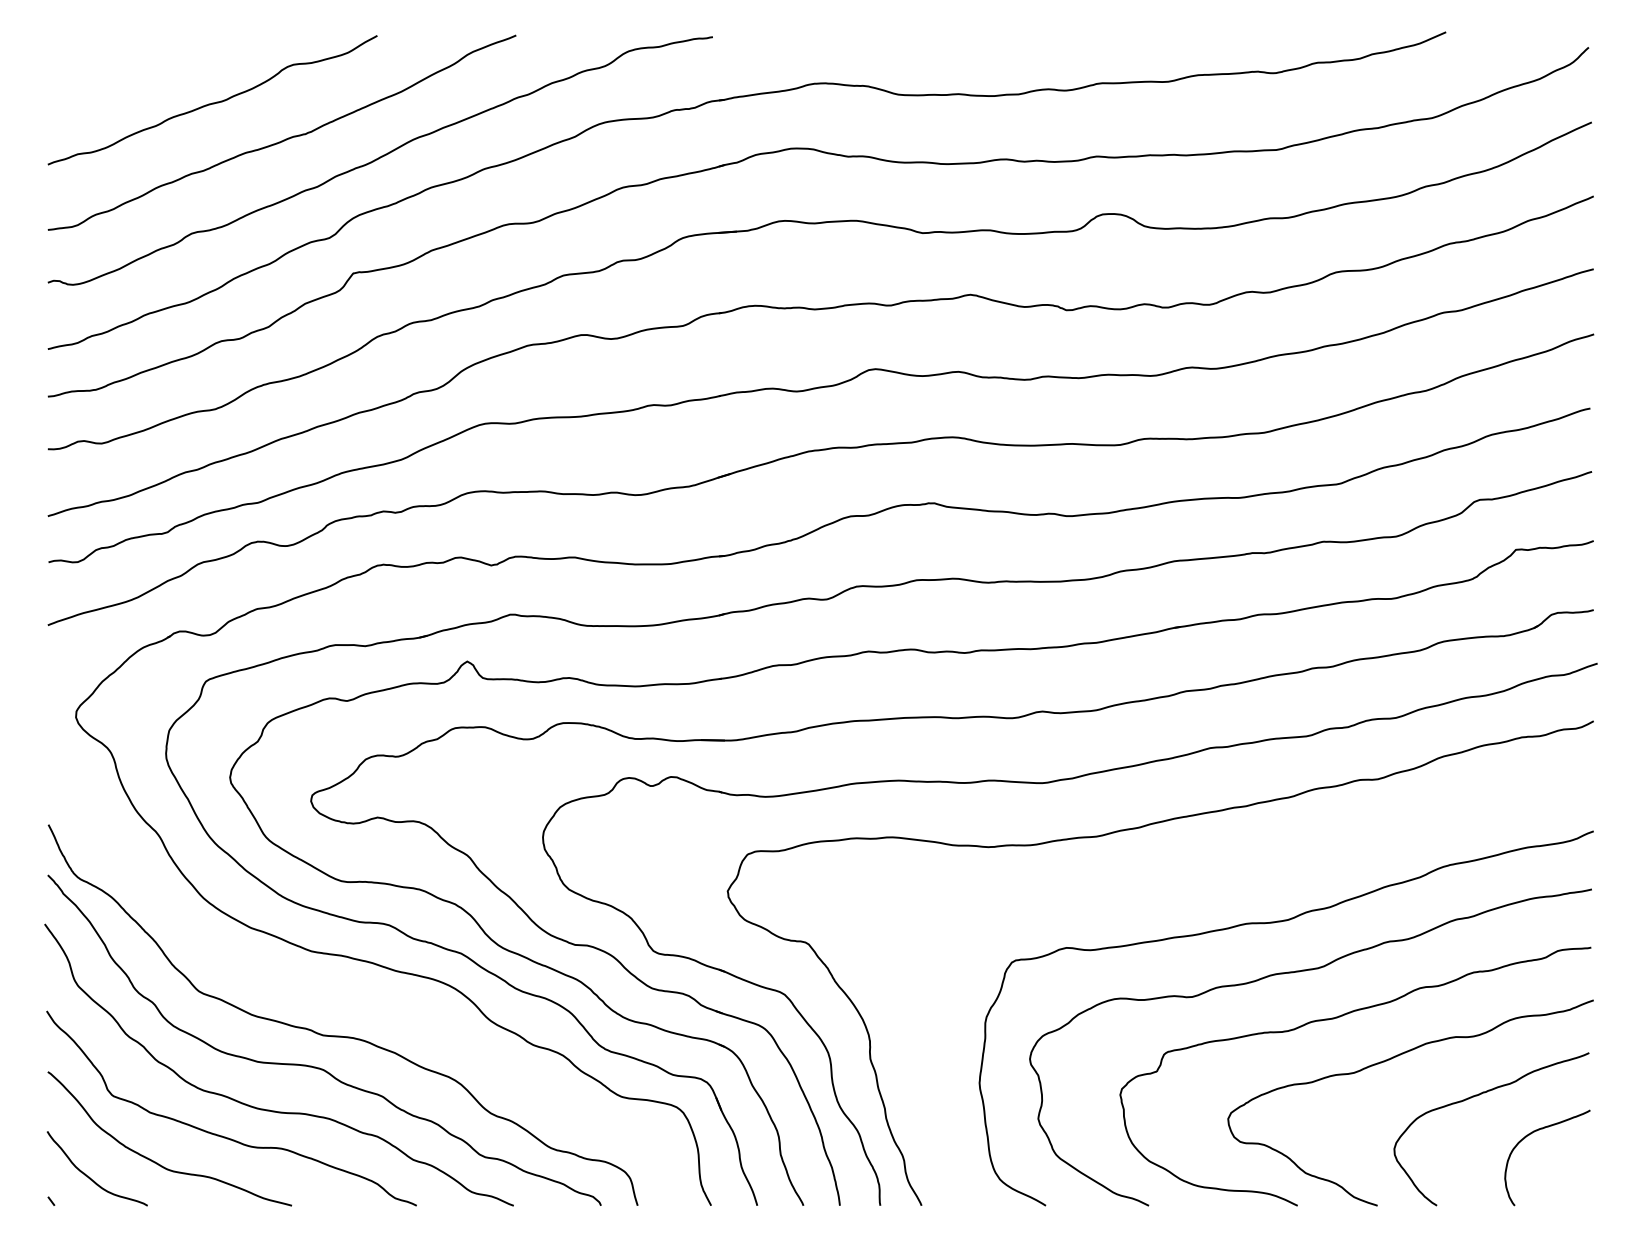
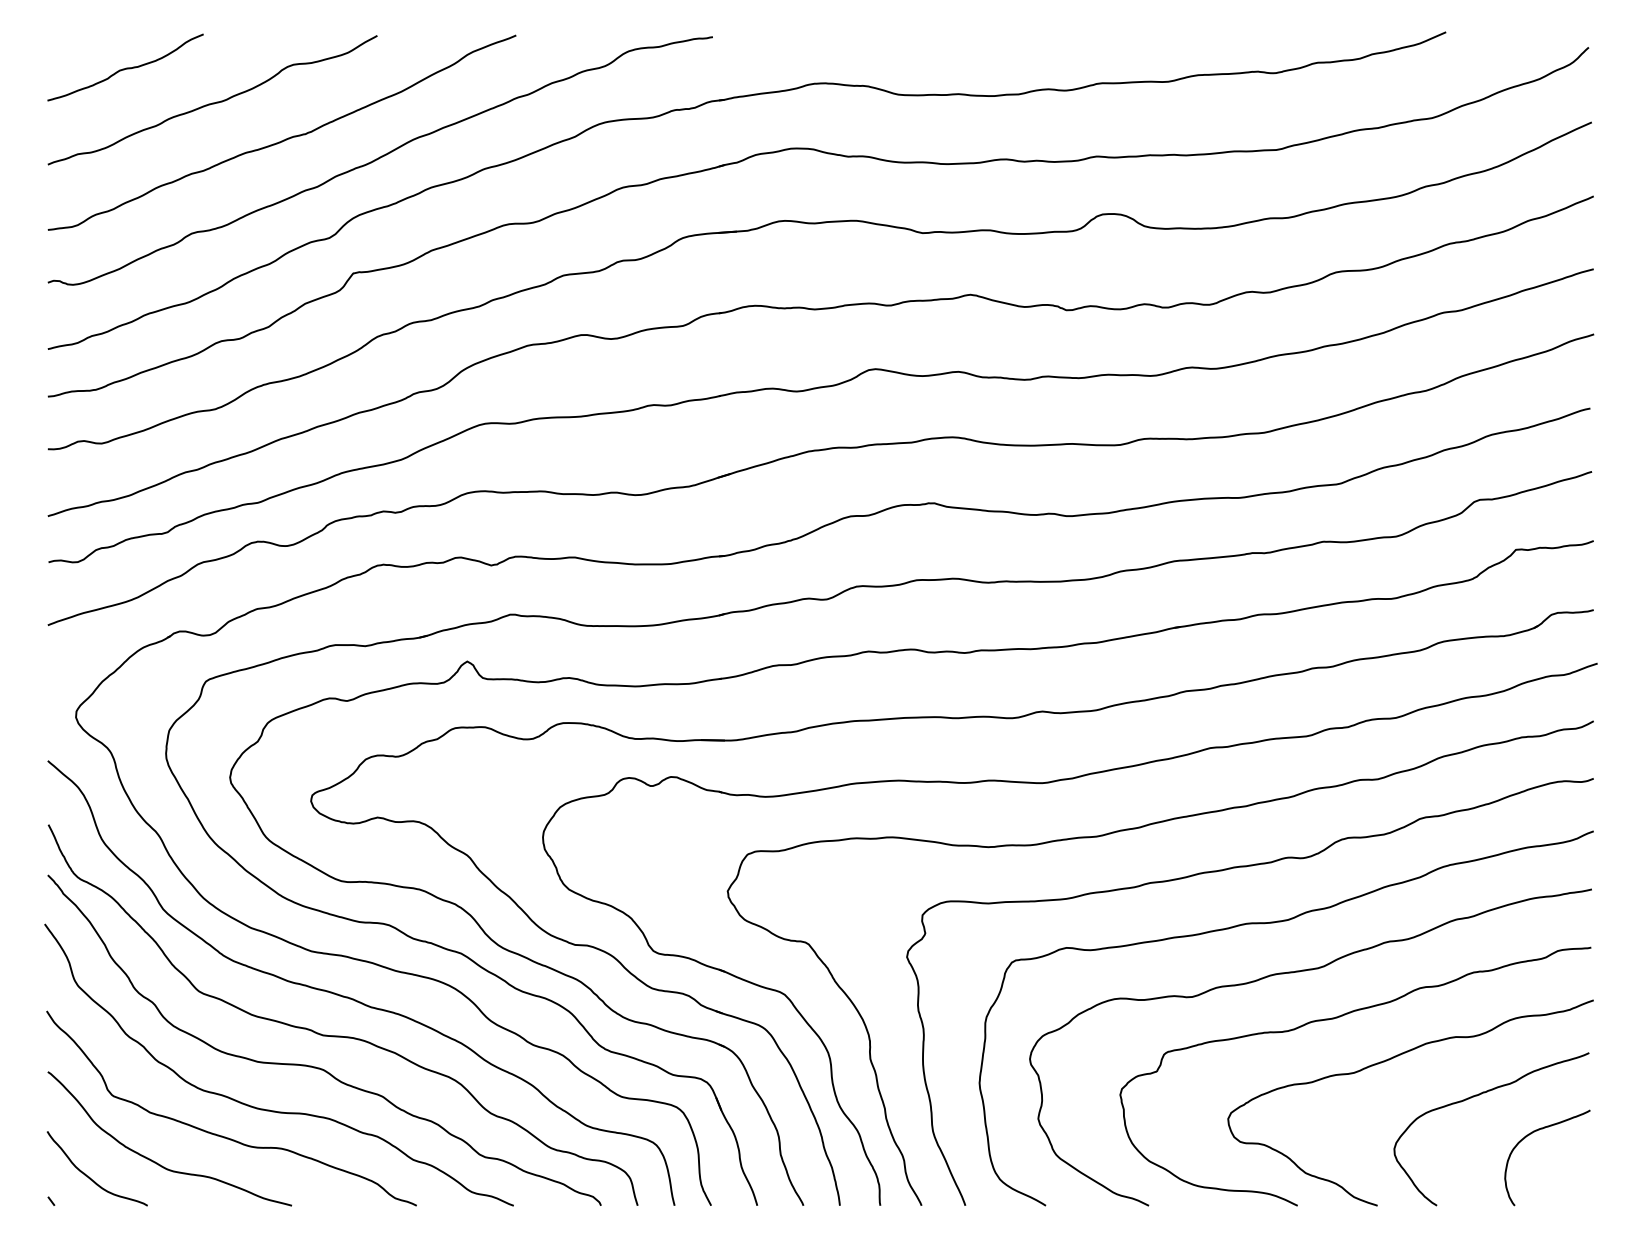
curve at (126, 67): none -> present
curve at (1222, 871): none -> present
curve at (353, 998): none -> present
